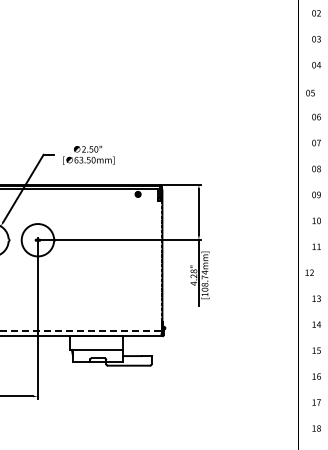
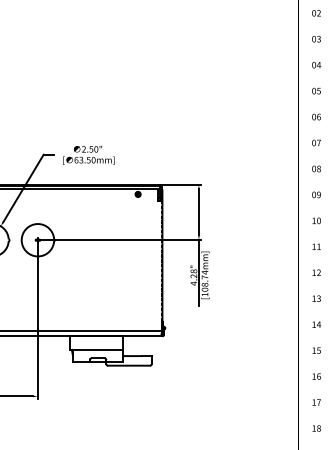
text at (310, 92) position: (310, 92) -> (316, 90)
text at (309, 272) position: (309, 272) -> (316, 272)
line at (82, 330): dashed -> solid
